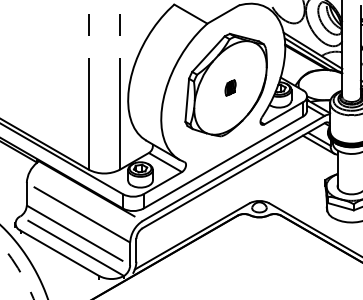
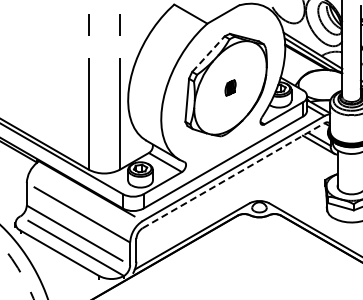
line at (208, 53): solid -> dashed
line at (234, 175): solid -> dashed
